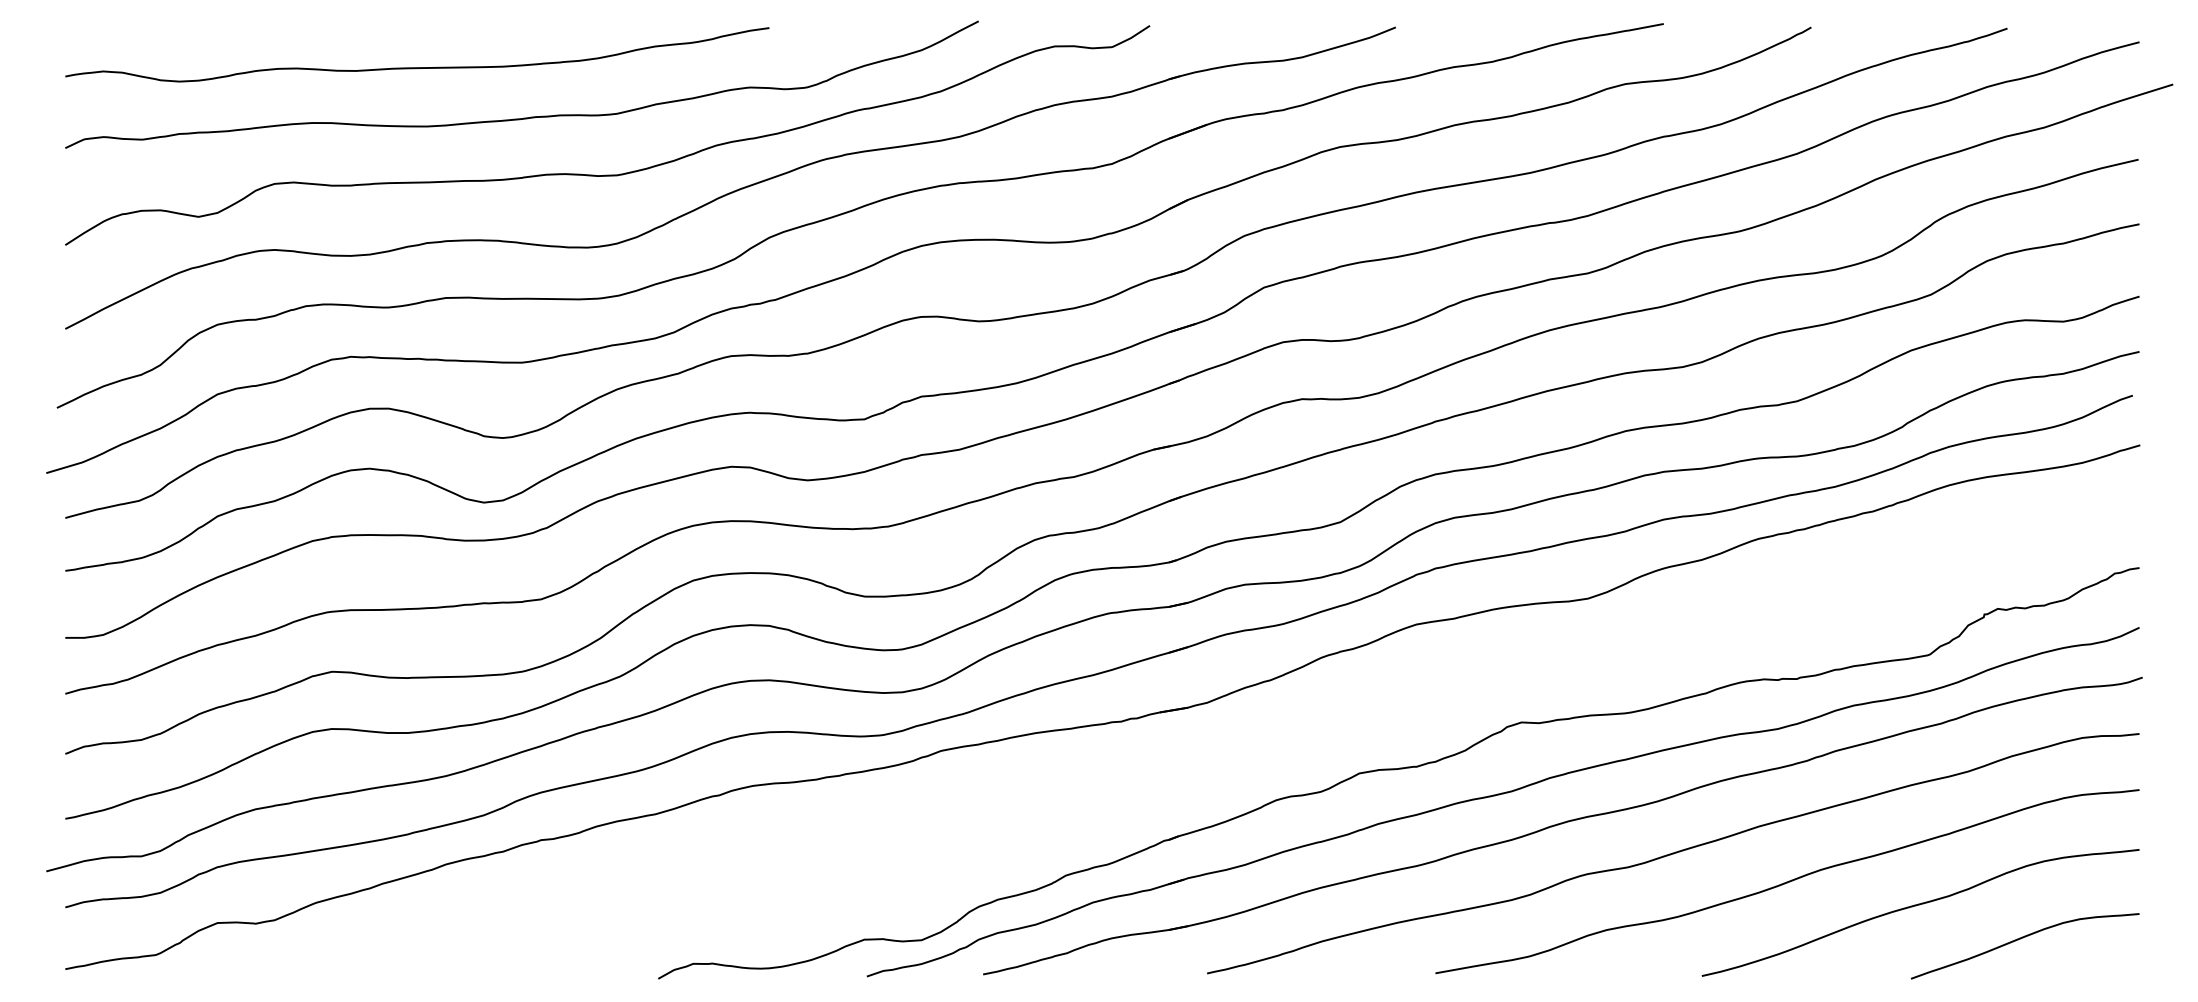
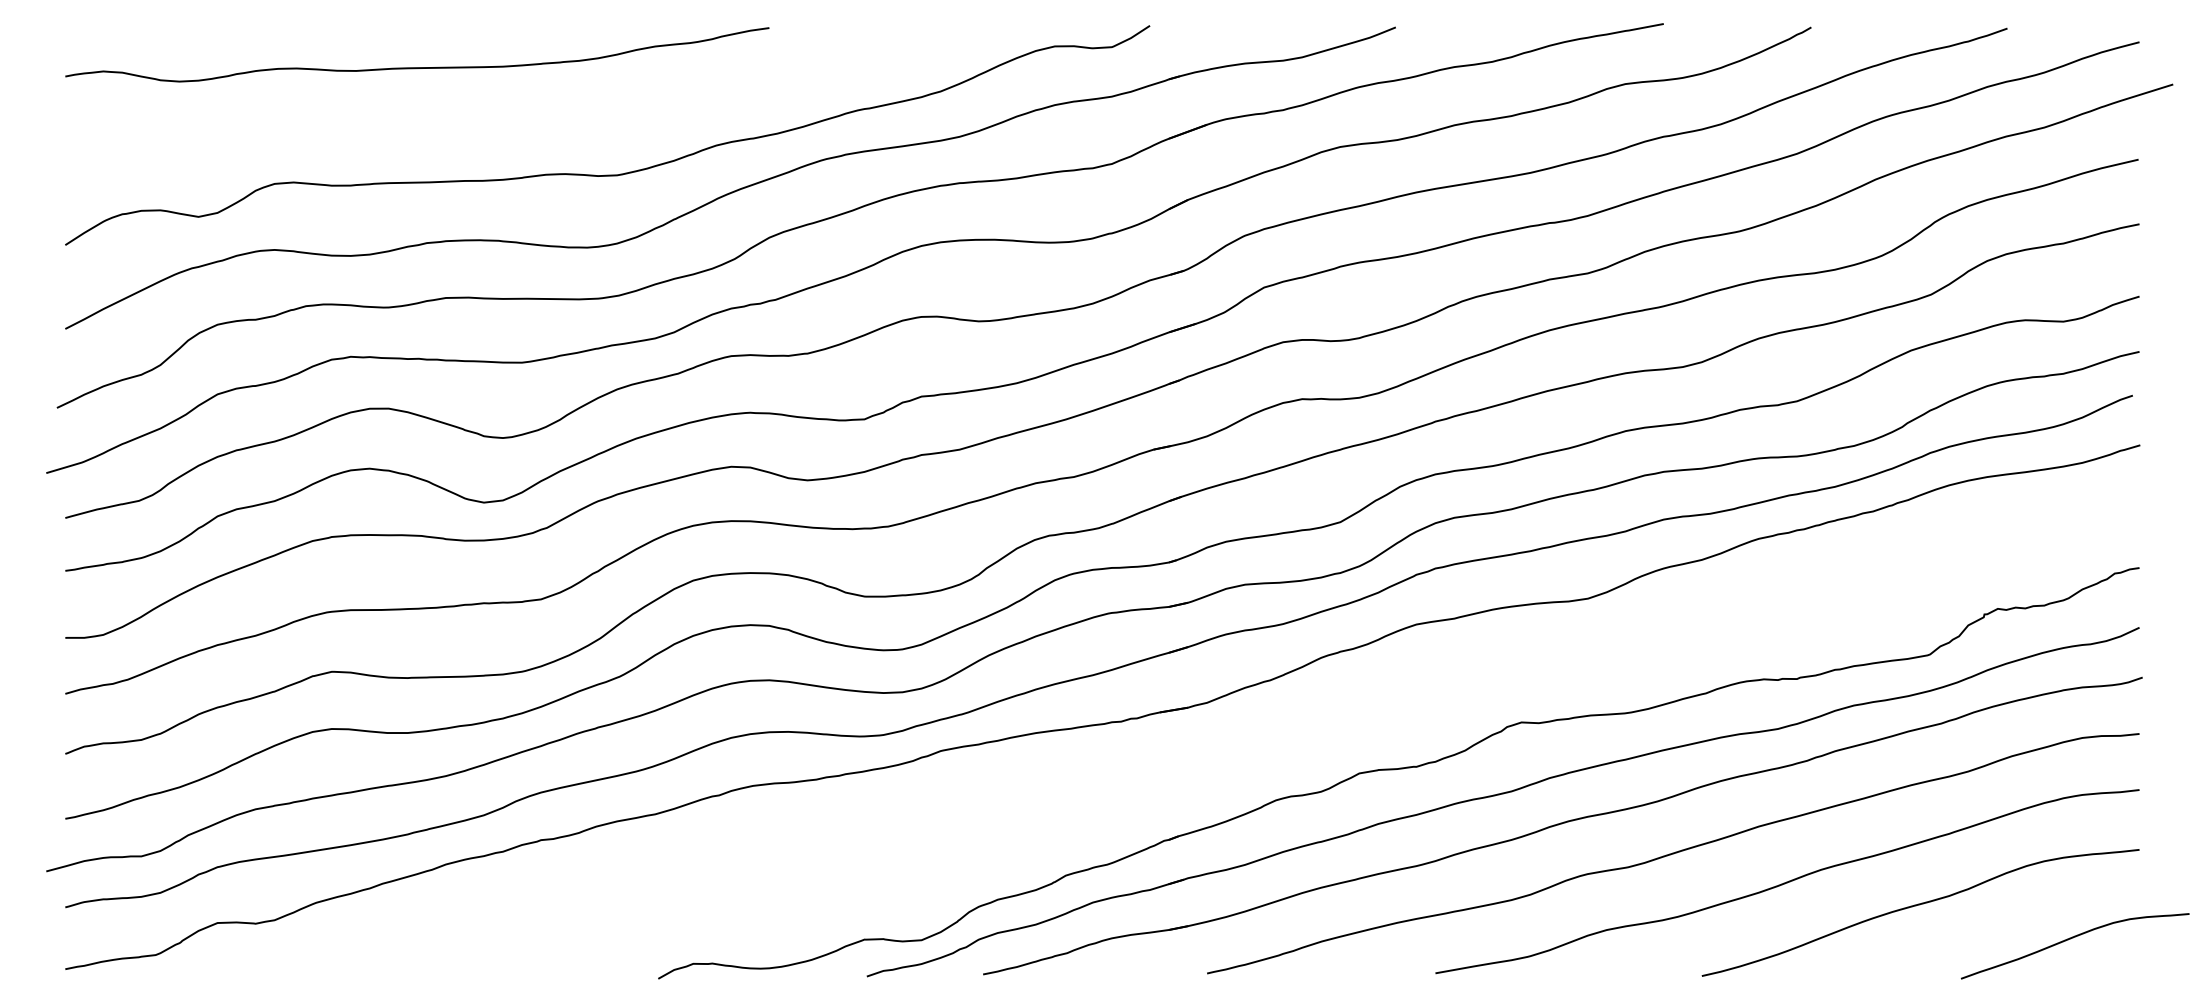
curve at (523, 117): present -> none
curve at (2023, 938) position: (2023, 938) -> (2073, 938)
